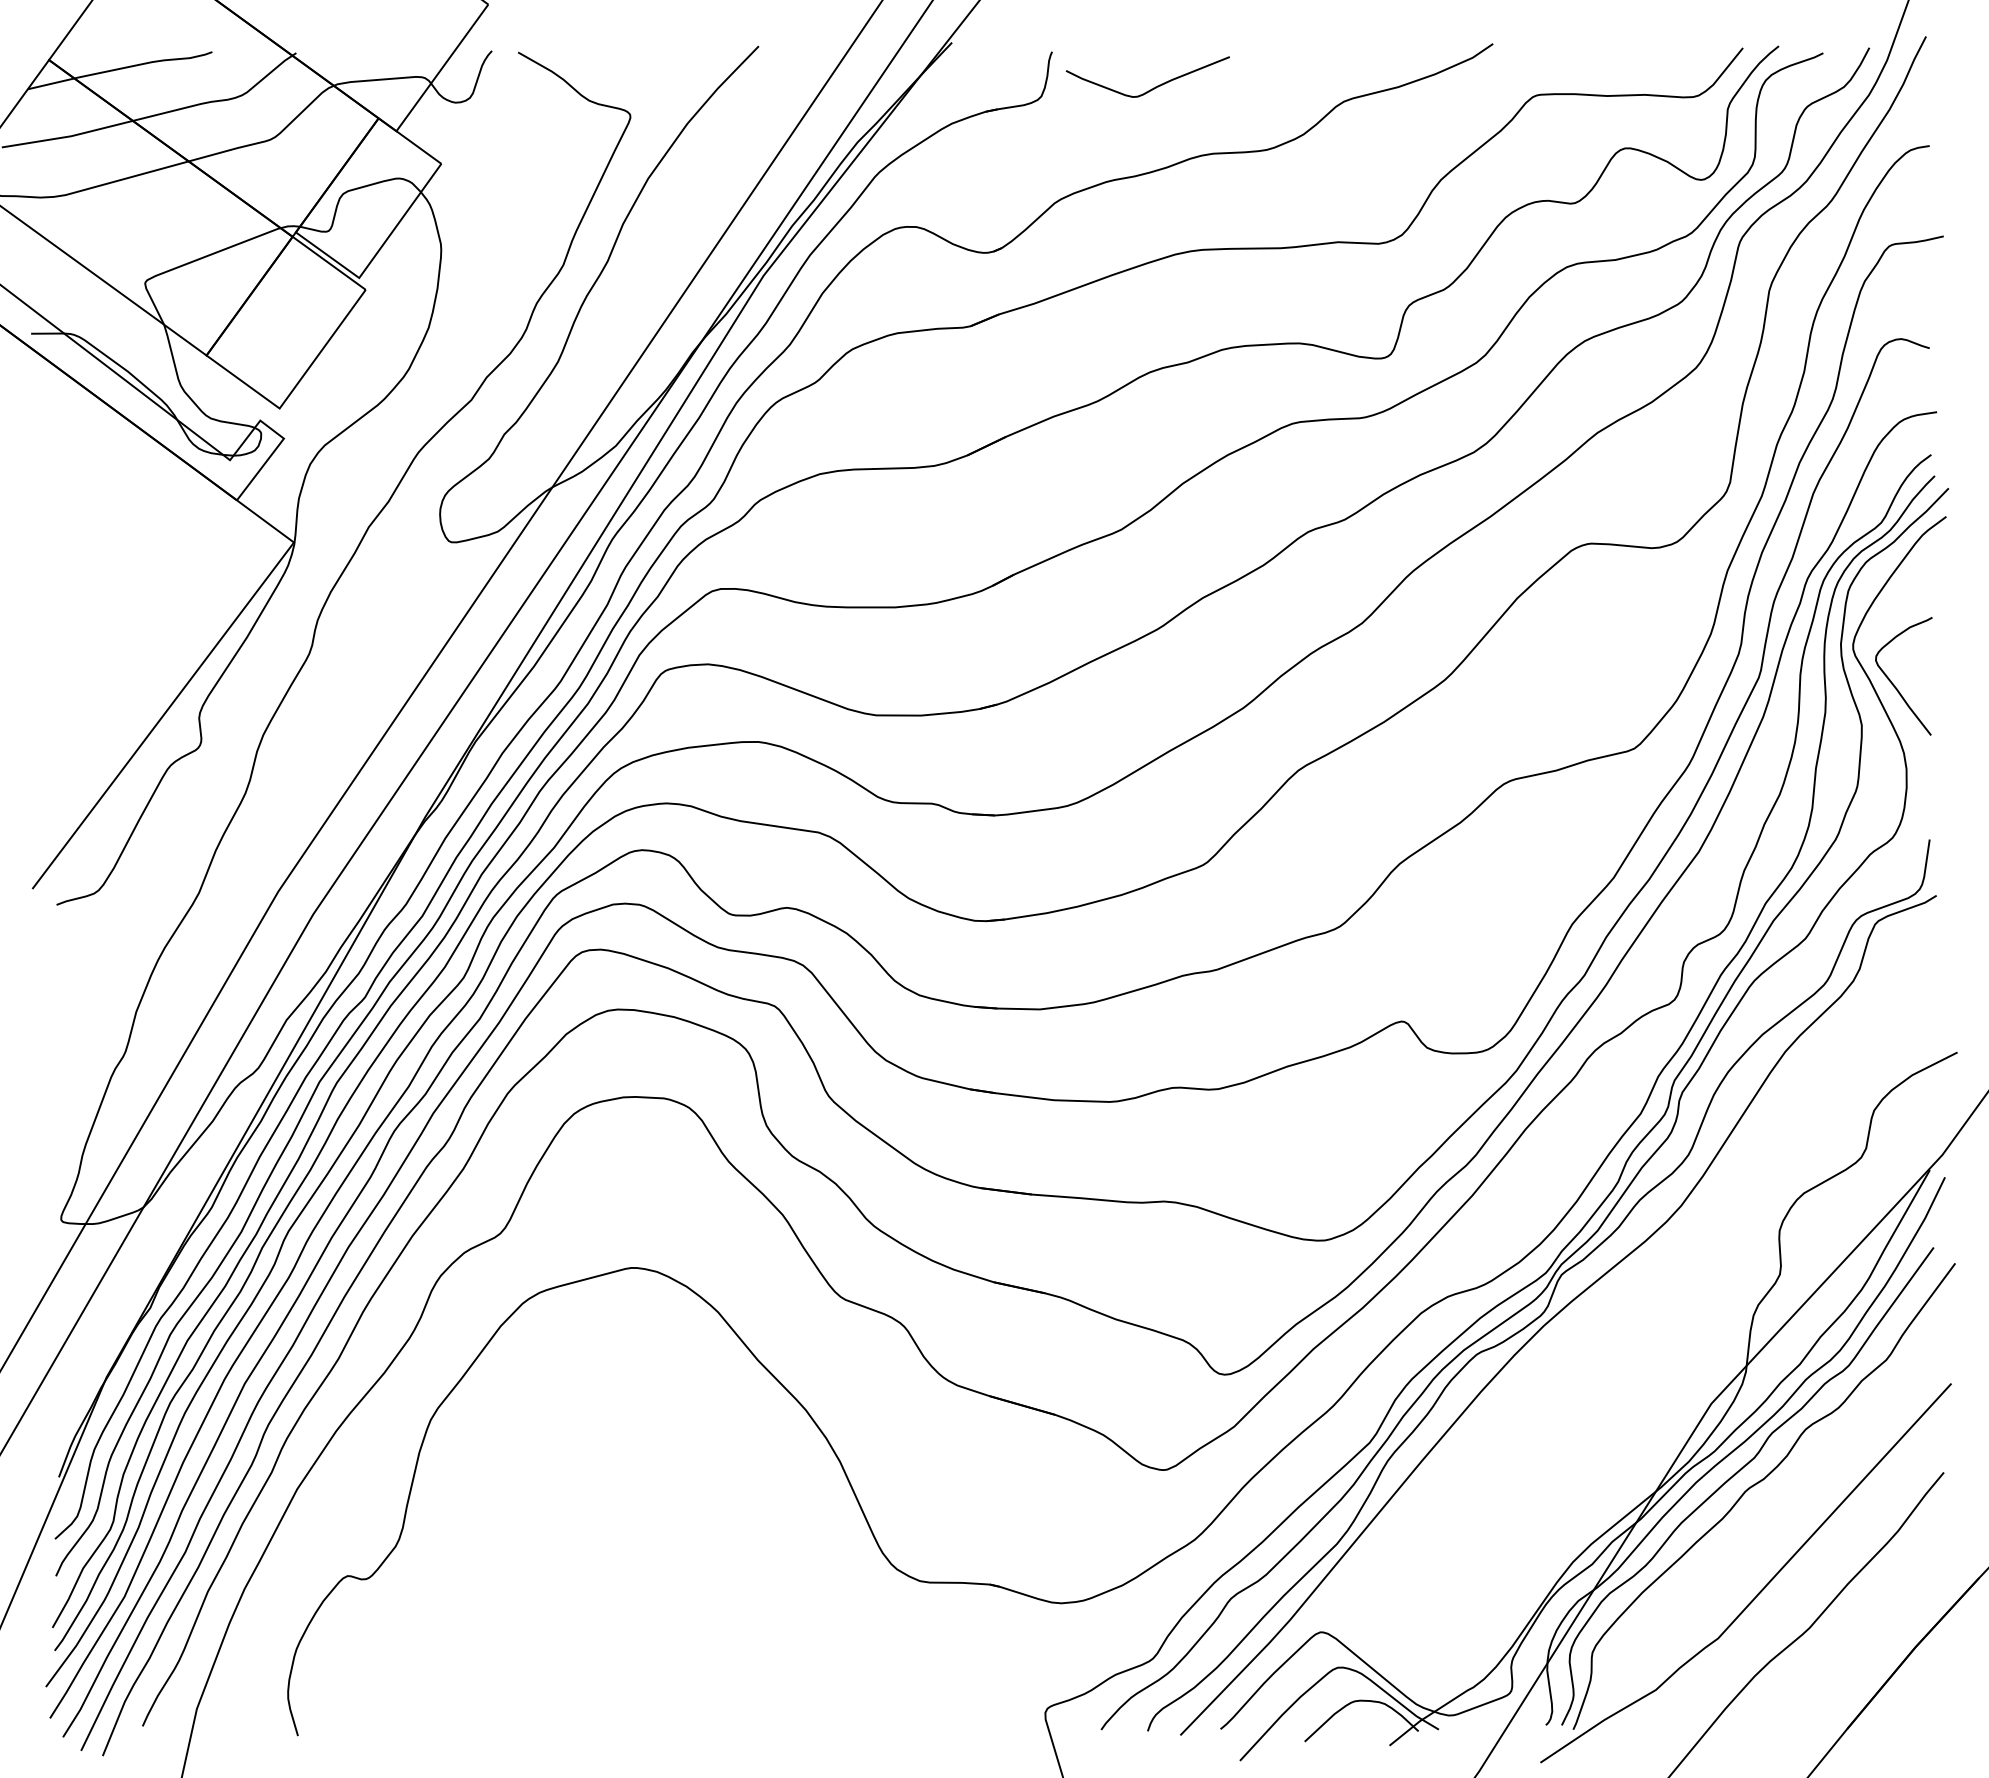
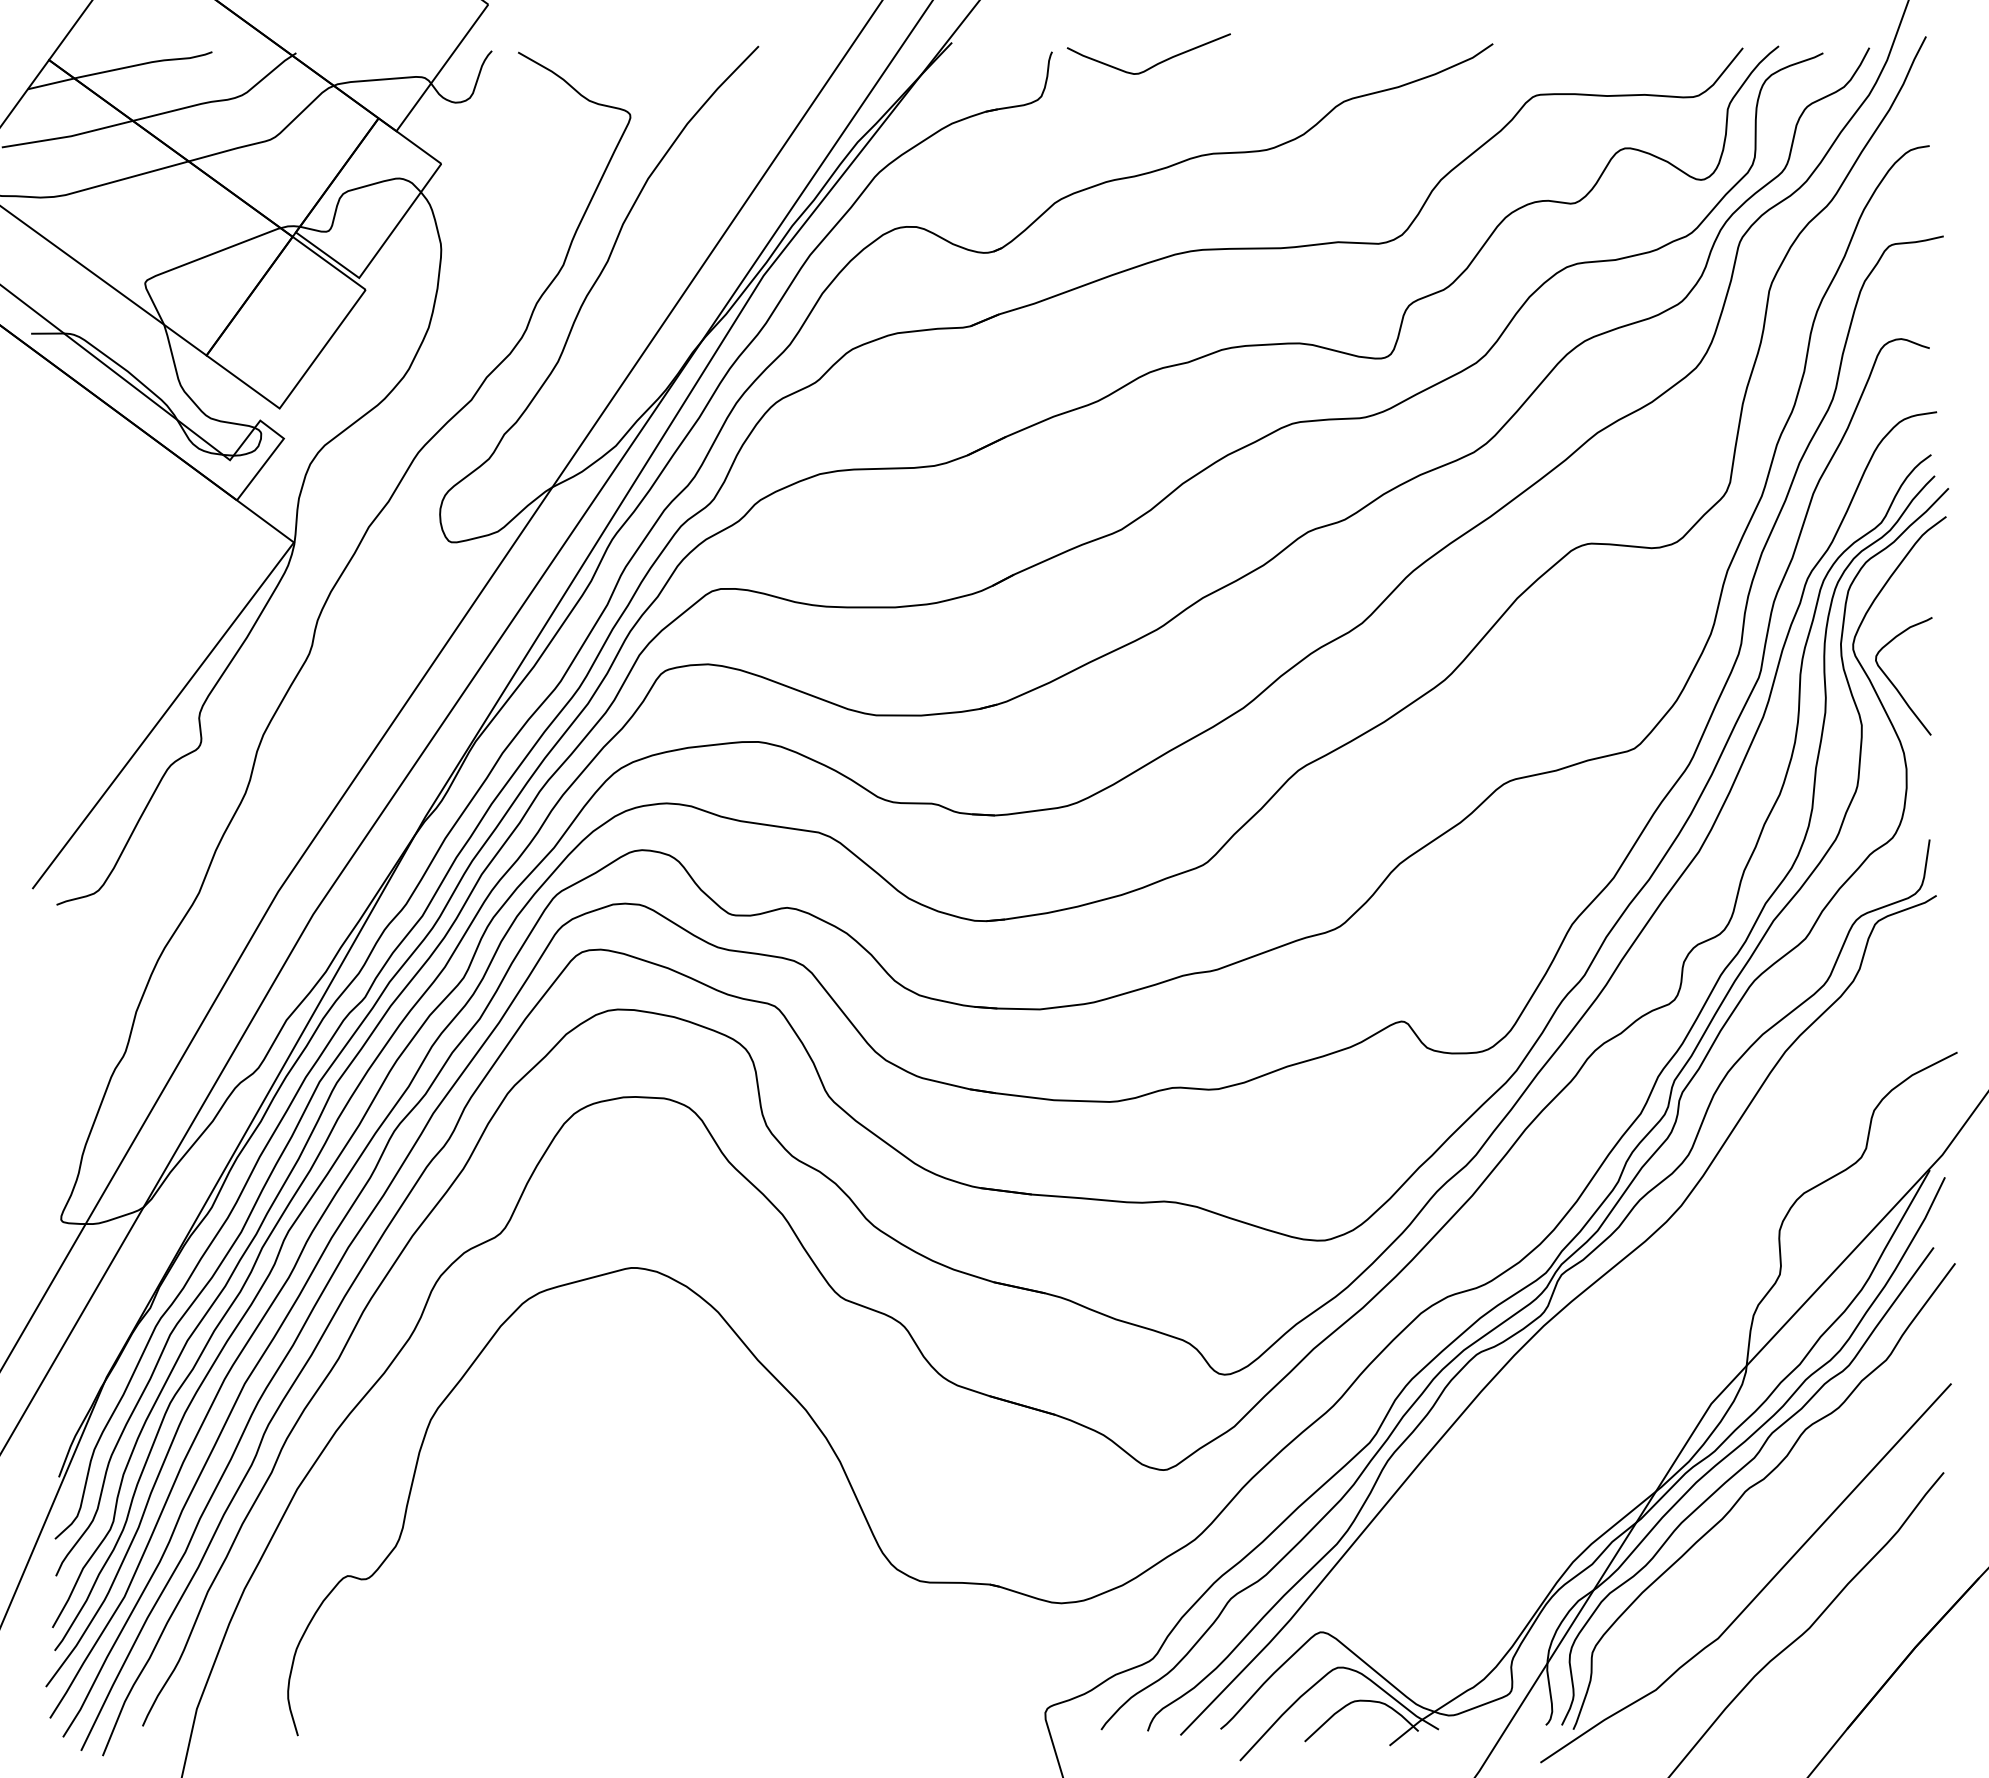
curve at (1153, 87) position: (1153, 87) -> (1154, 64)
